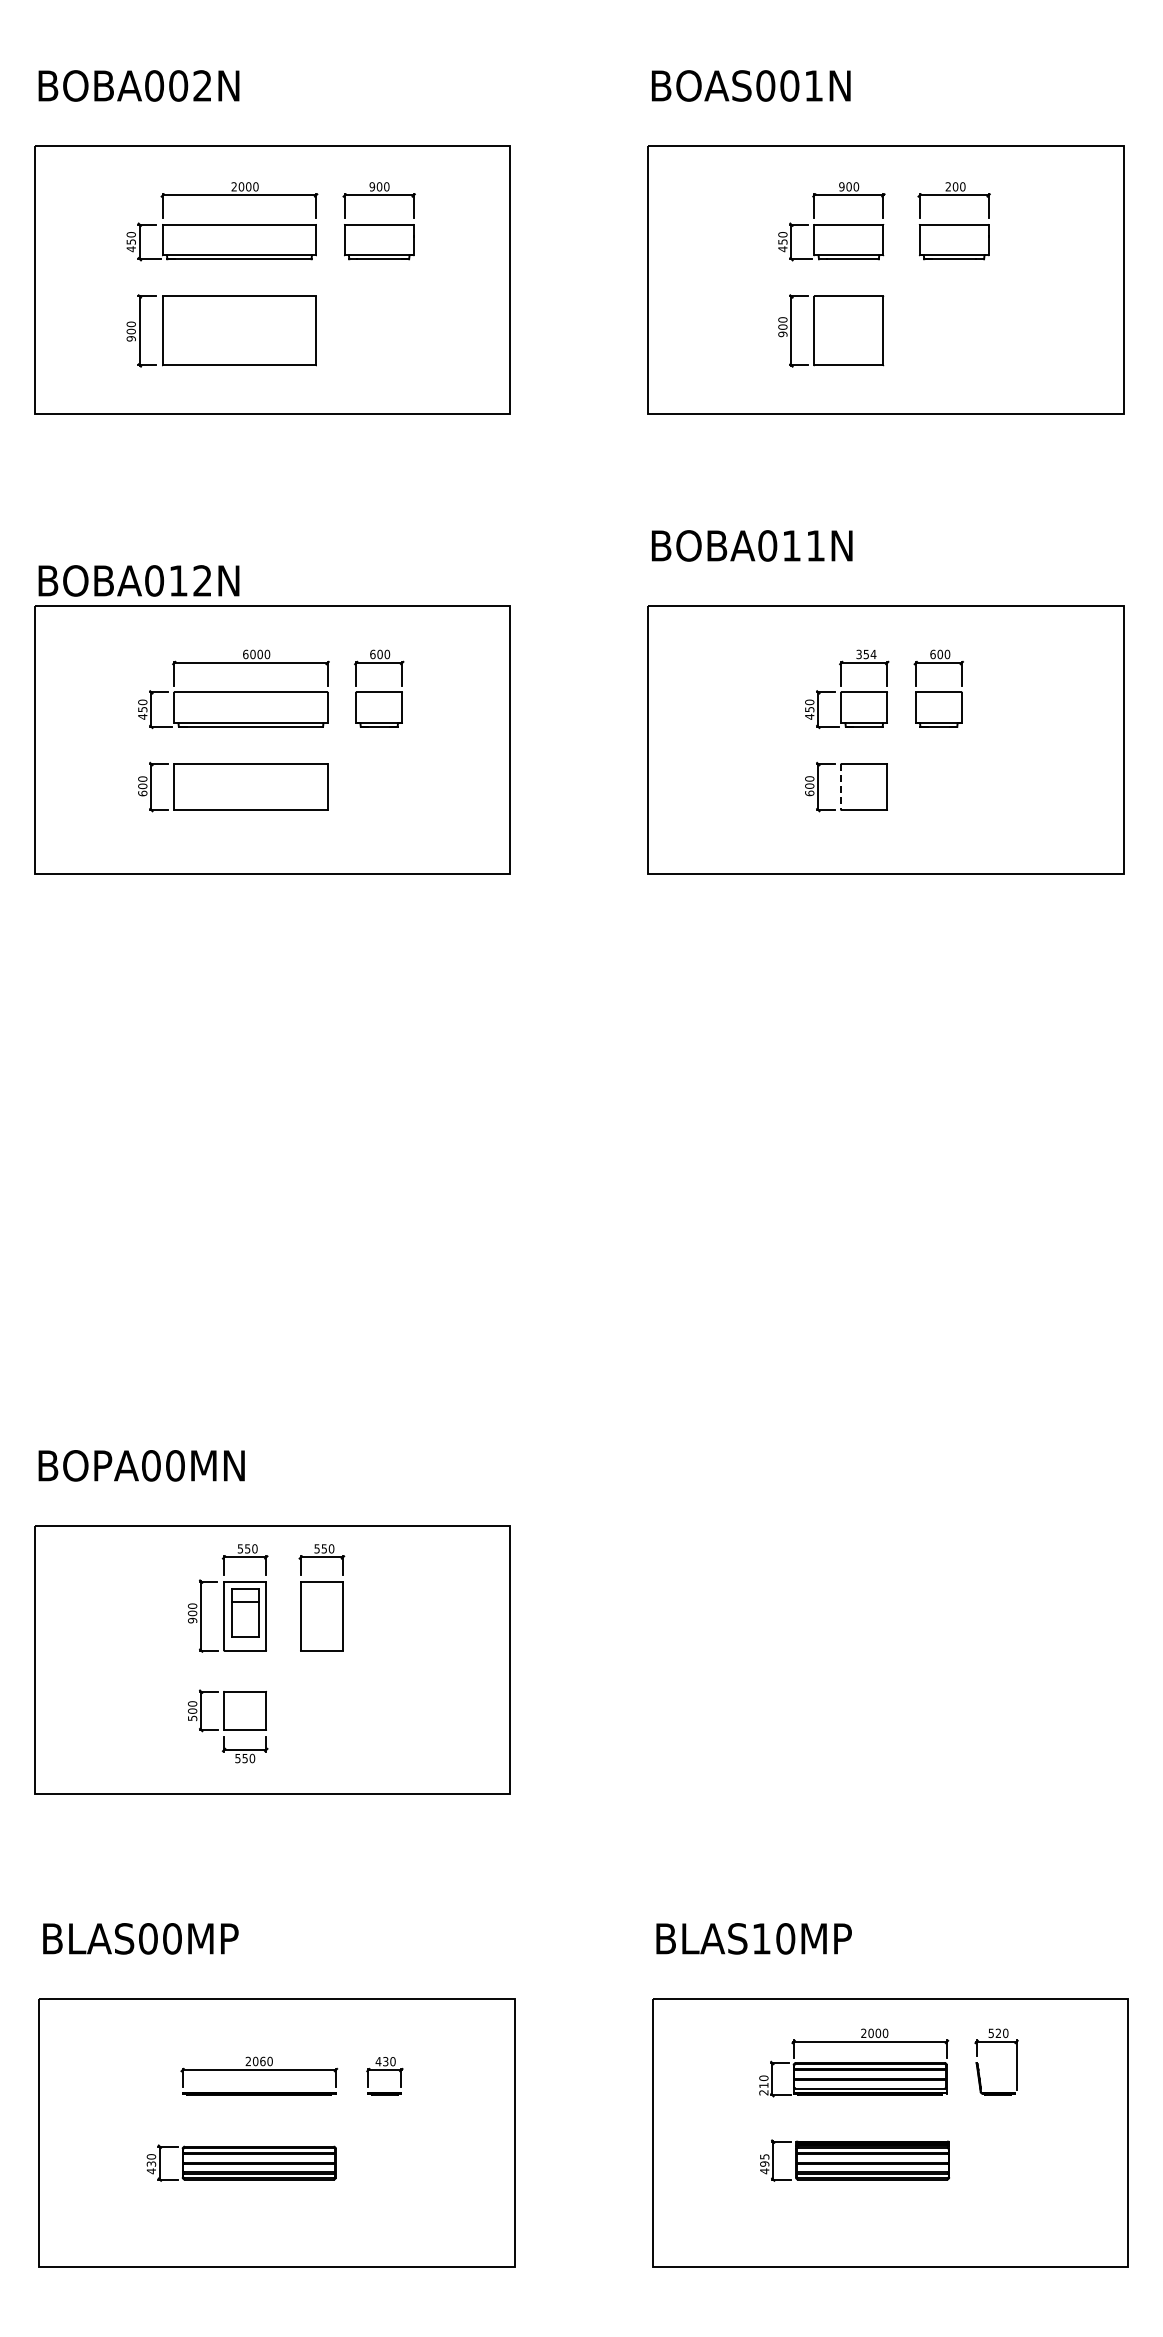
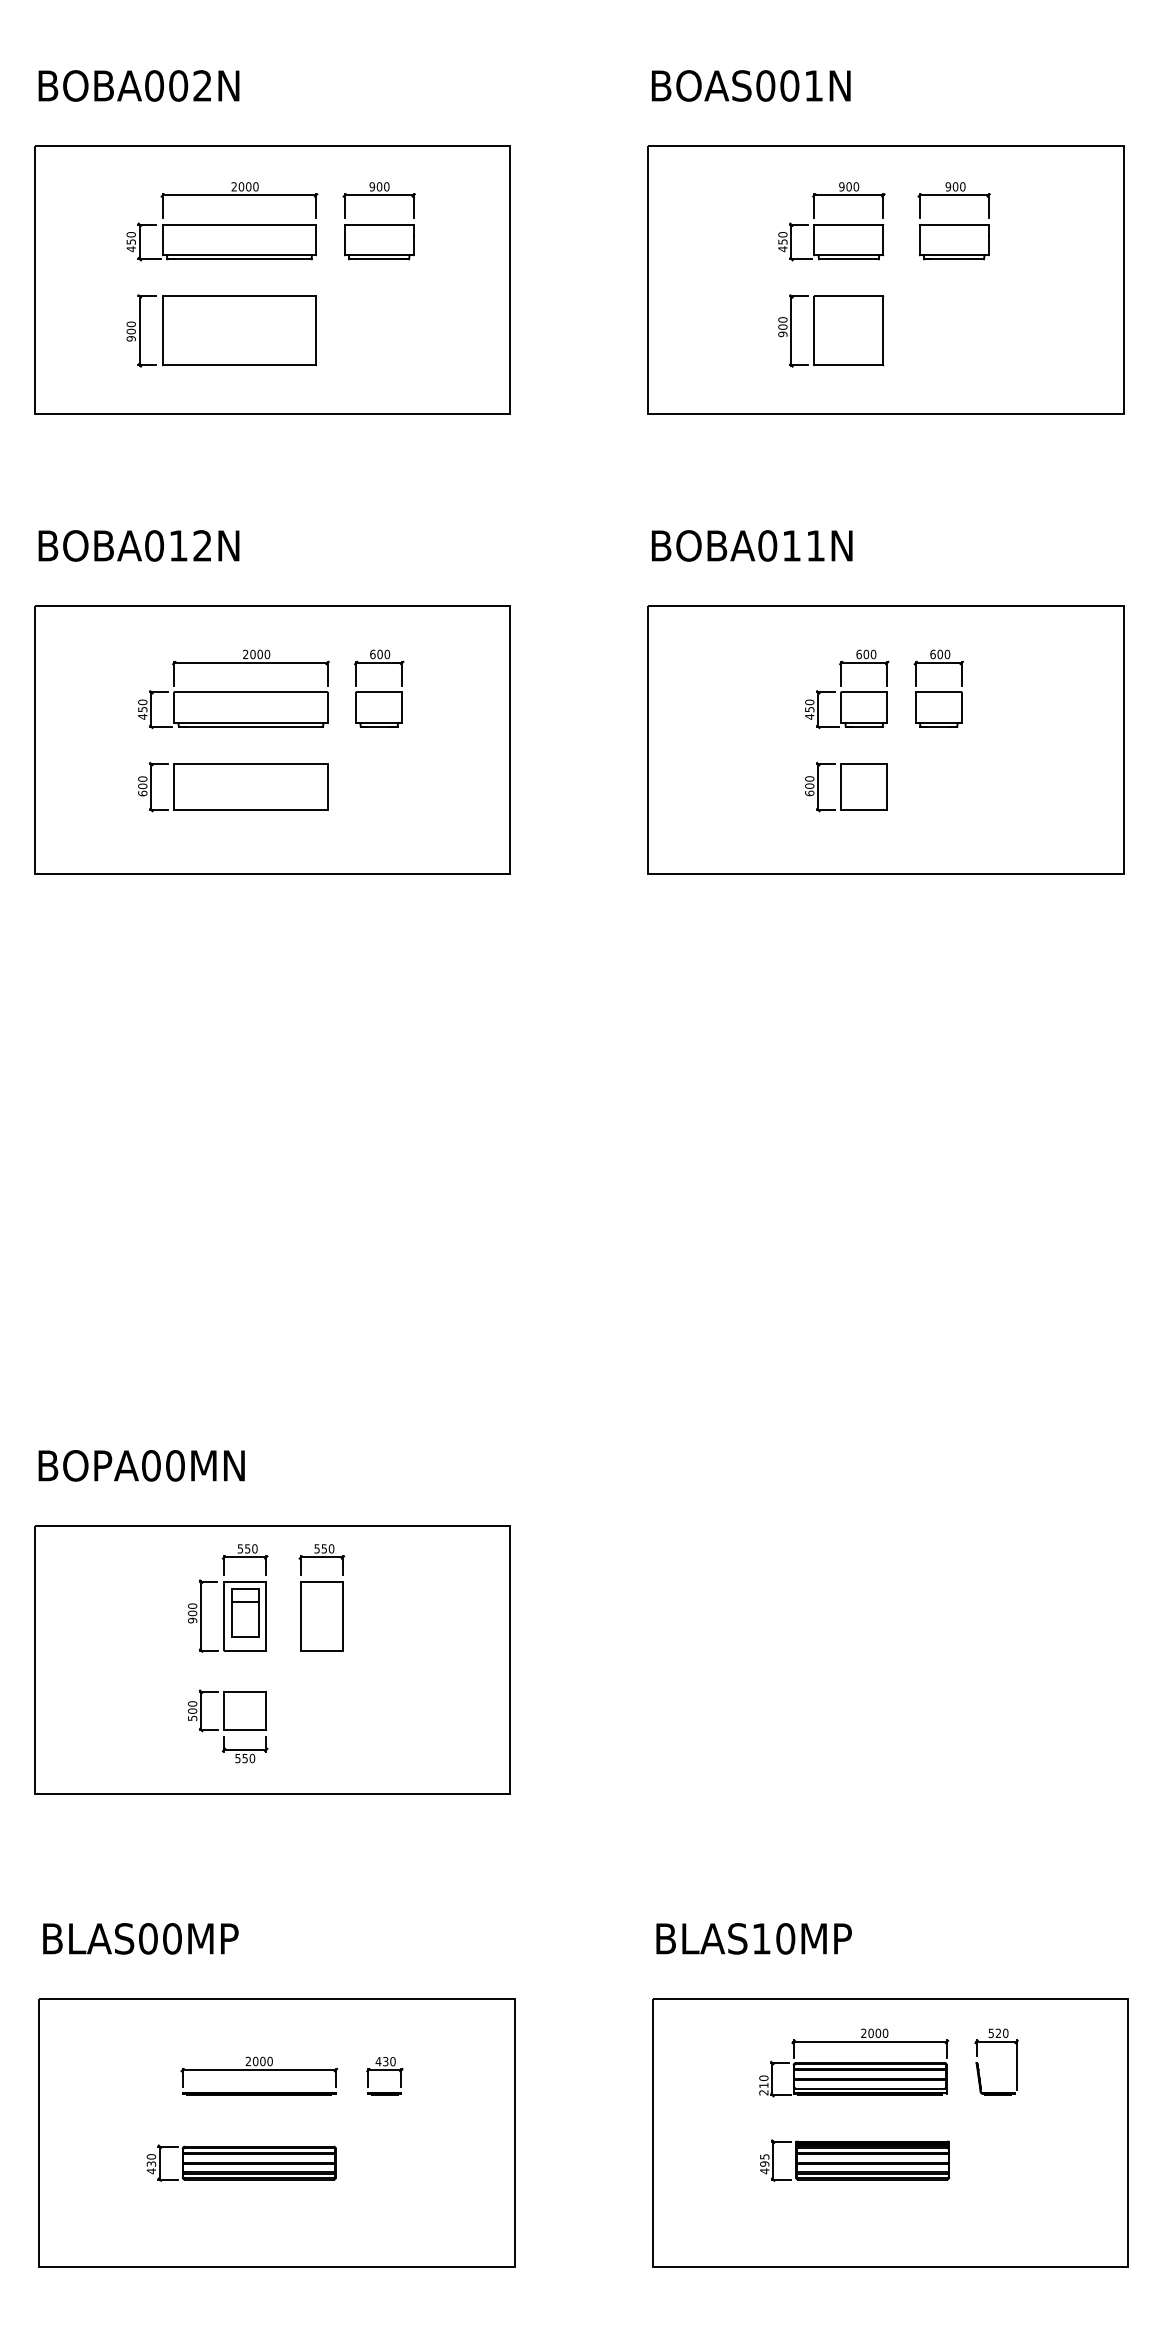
text at (948, 186): 200 -> 900
text at (138, 580) position: (138, 580) -> (138, 545)
text at (245, 654): 6000 -> 2000
text at (866, 654): 354 -> 600
line at (841, 787): dashed -> solid
text at (262, 2060): 2060 -> 2000
